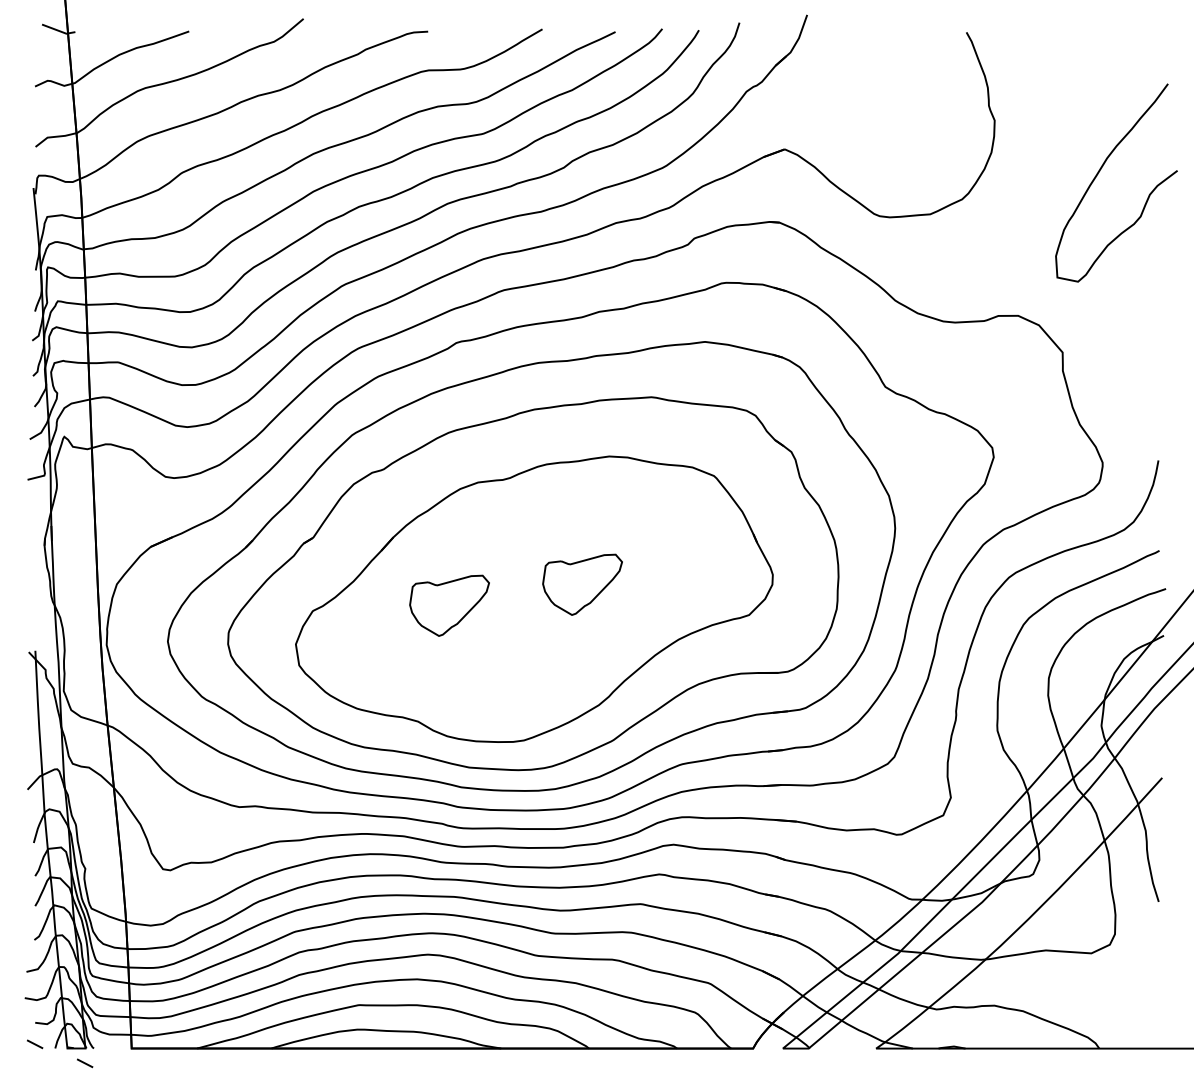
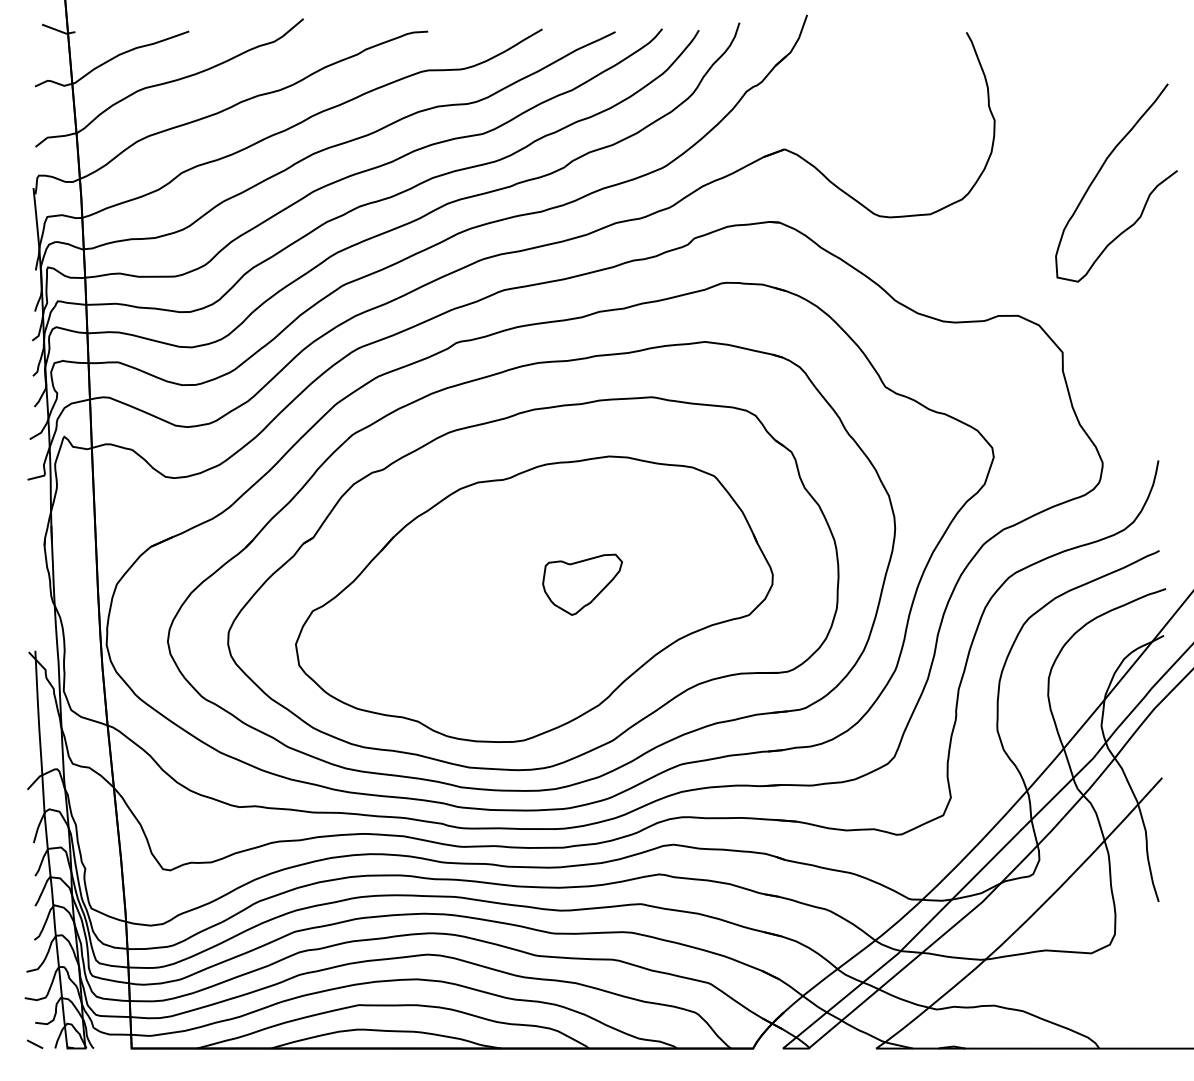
part at (449, 605): present -> none
line at (85, 1063): present -> none
